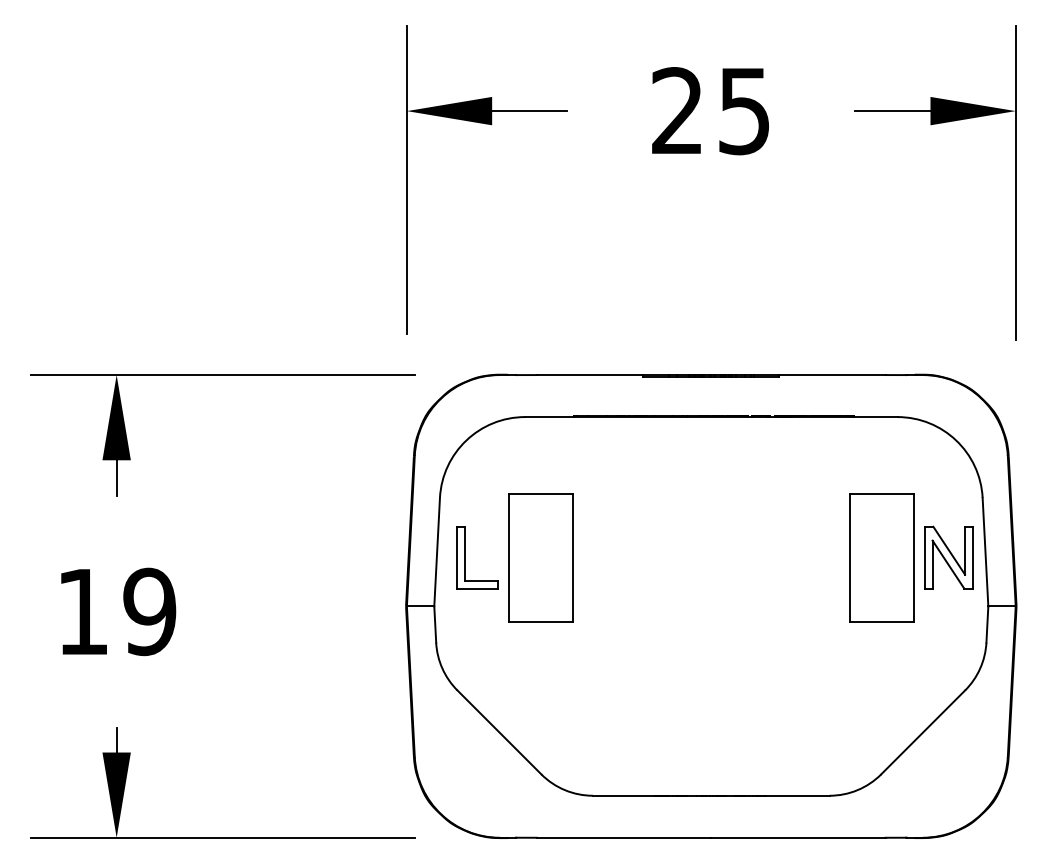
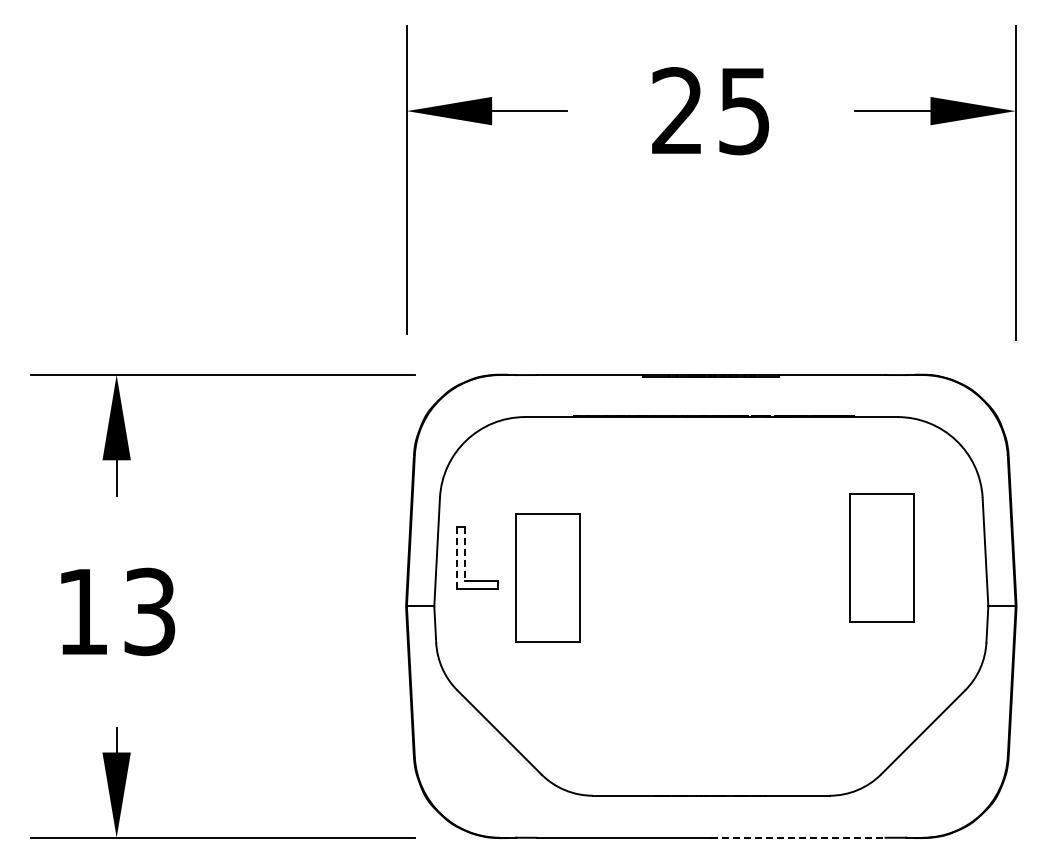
line at (465, 554): solid -> dashed
line at (456, 557): solid -> dashed
part at (540, 557) position: (540, 557) -> (547, 577)
part at (948, 557): present -> none
text at (149, 611): 19 -> 13
line at (798, 837): solid -> dashed
